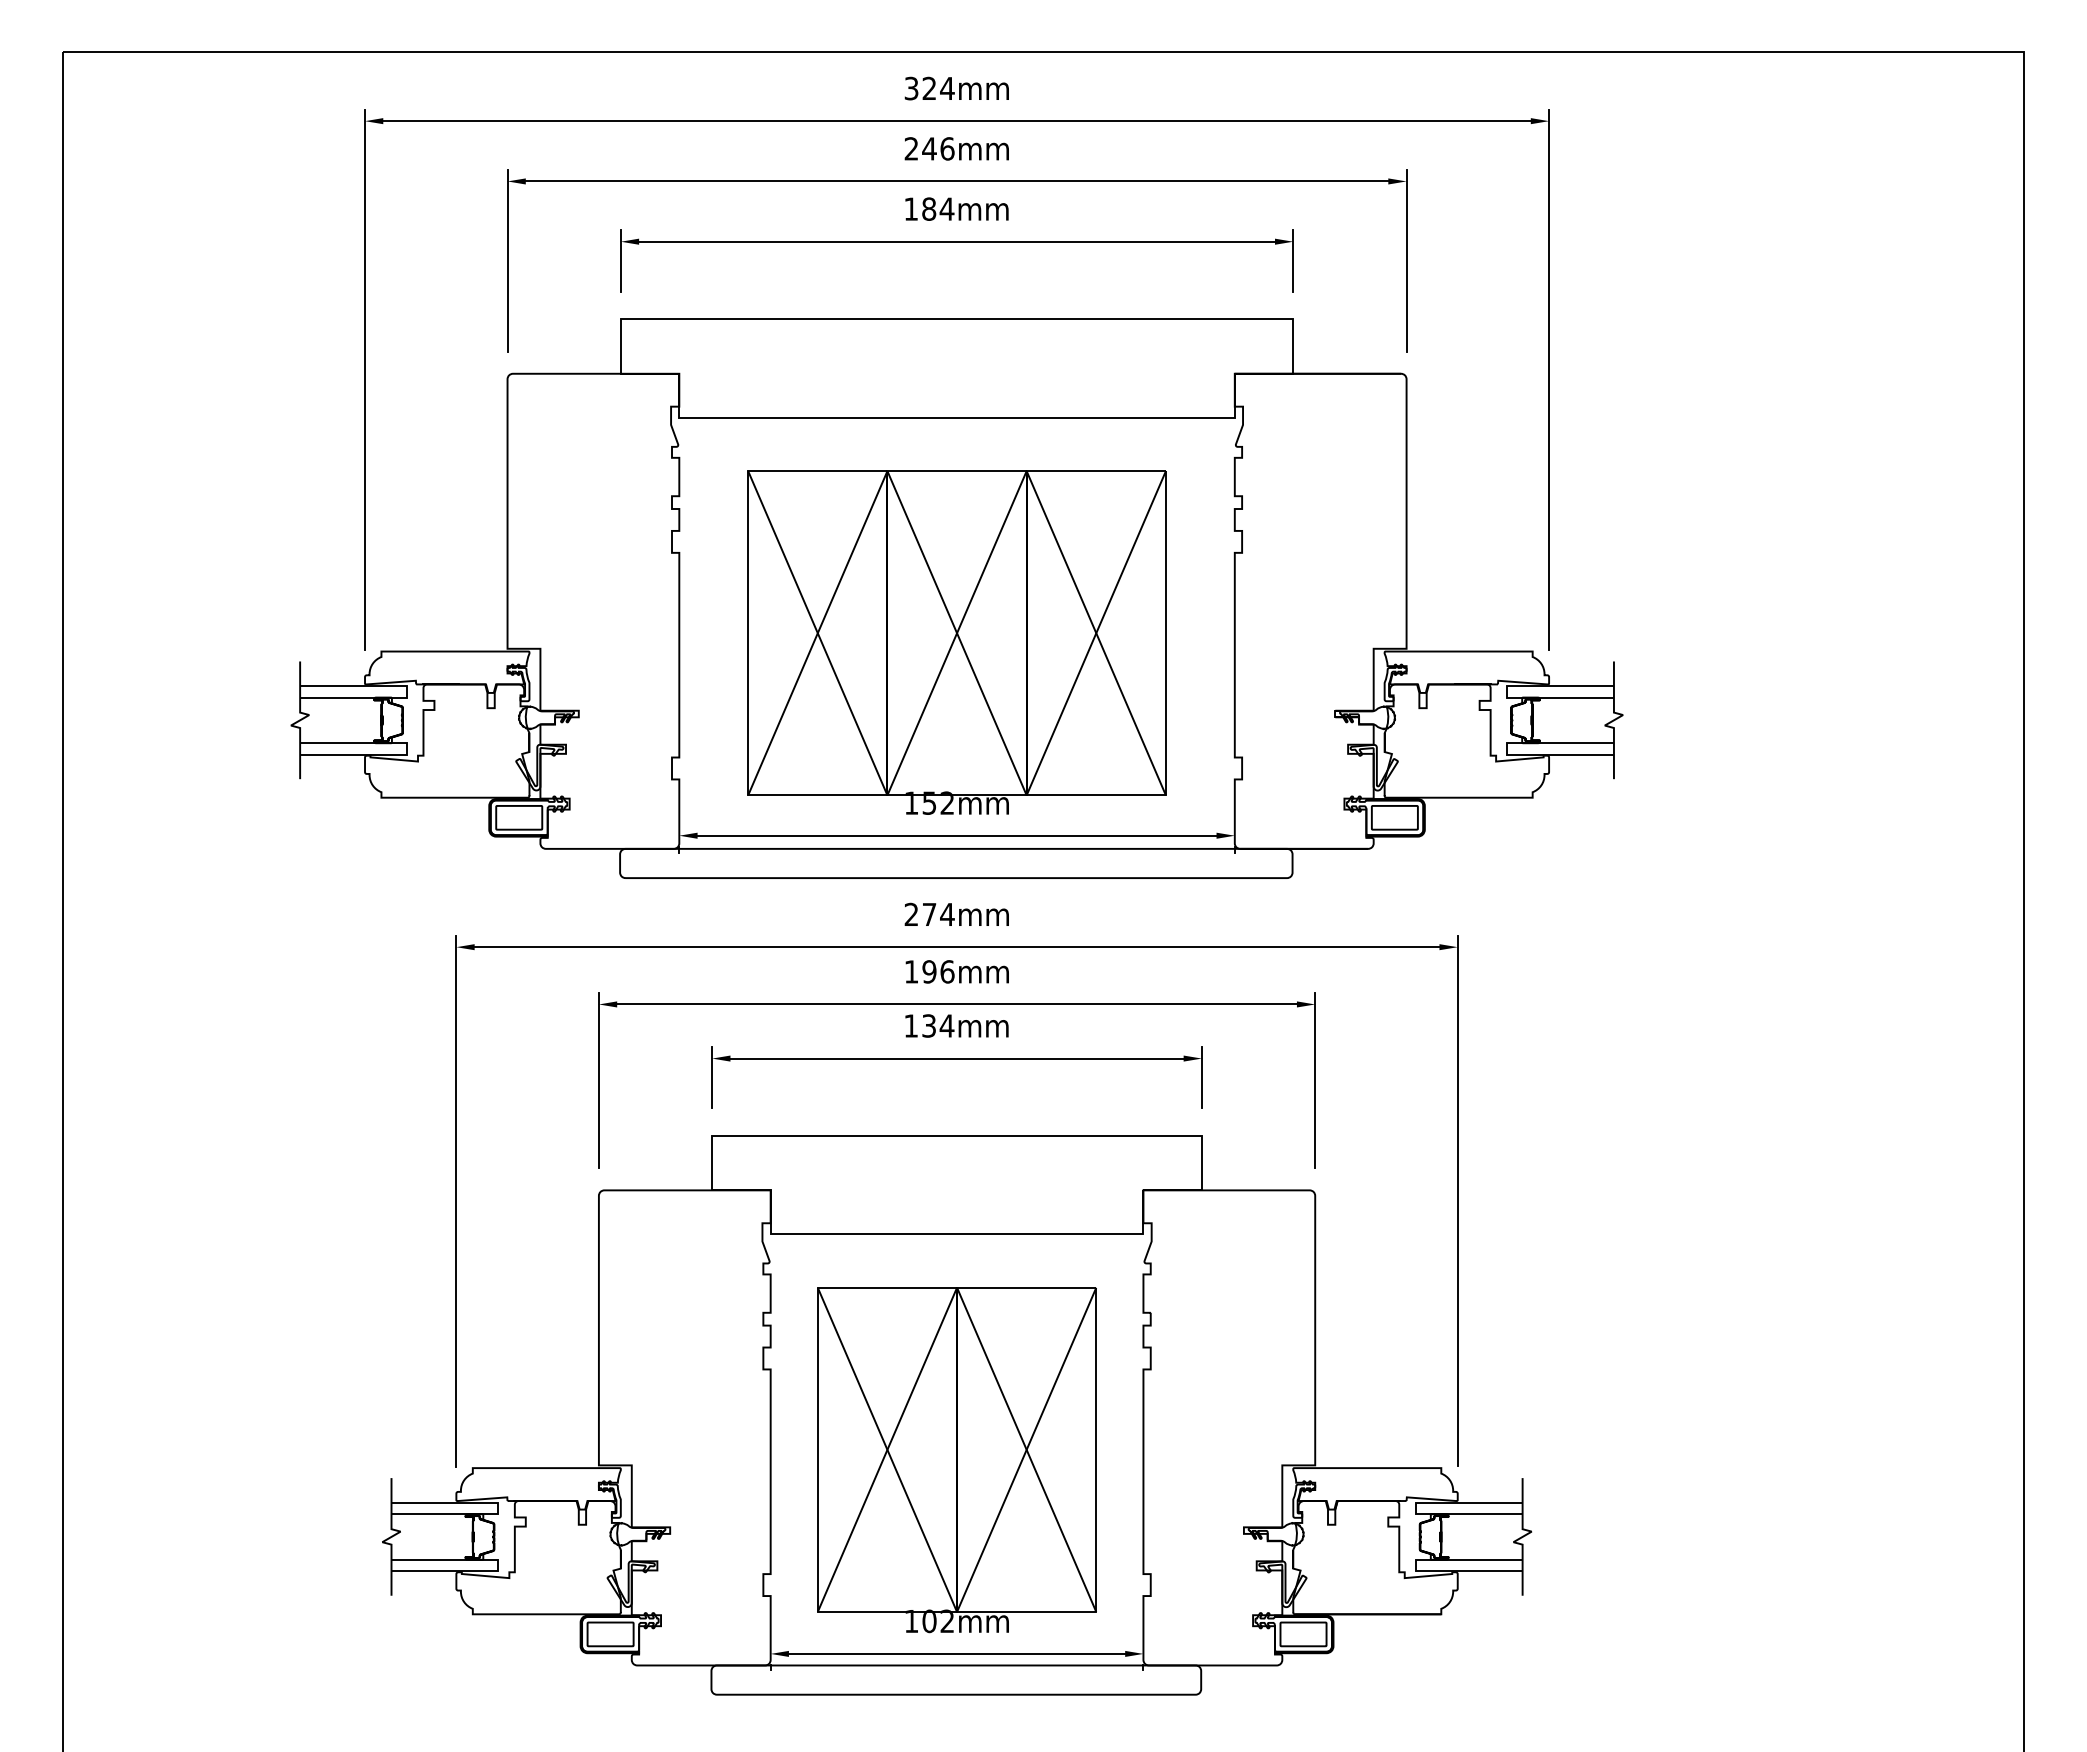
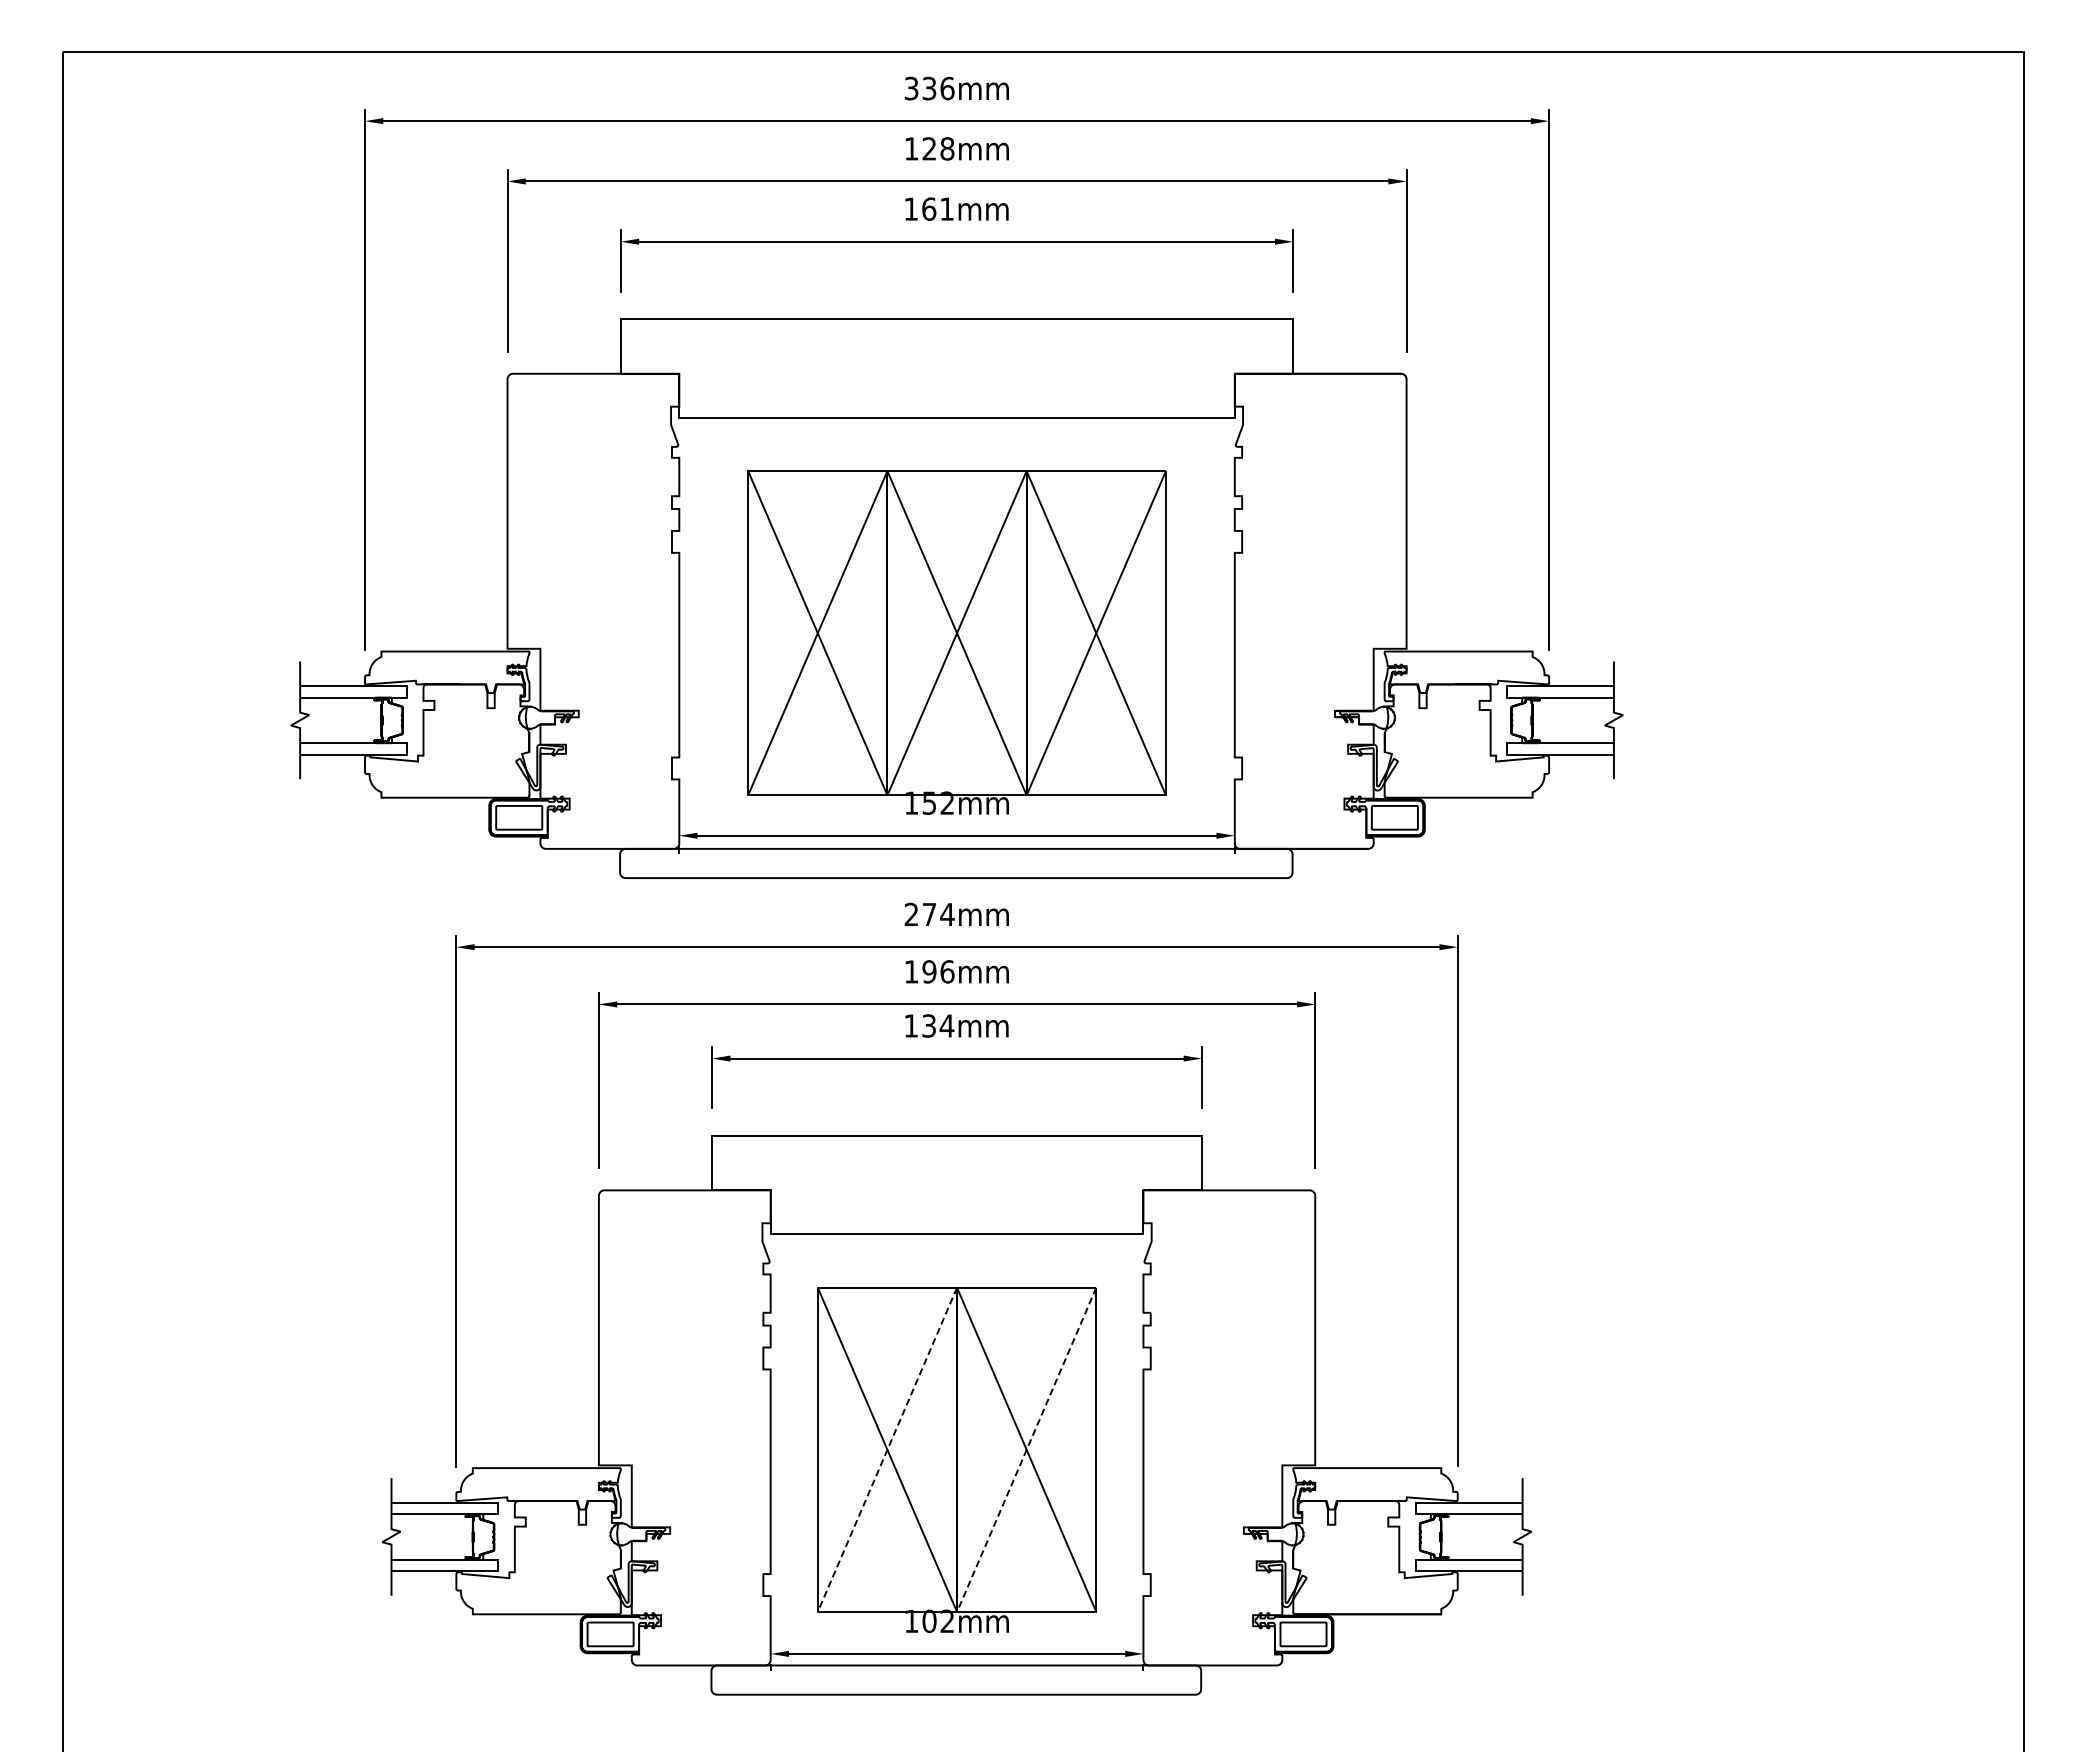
text at (938, 88): 324mm -> 336mm
text at (929, 148): 246mm -> 128mm
text at (938, 208): 184mm -> 161mm
line at (887, 1450): solid -> dashed
line at (1026, 1450): solid -> dashed
